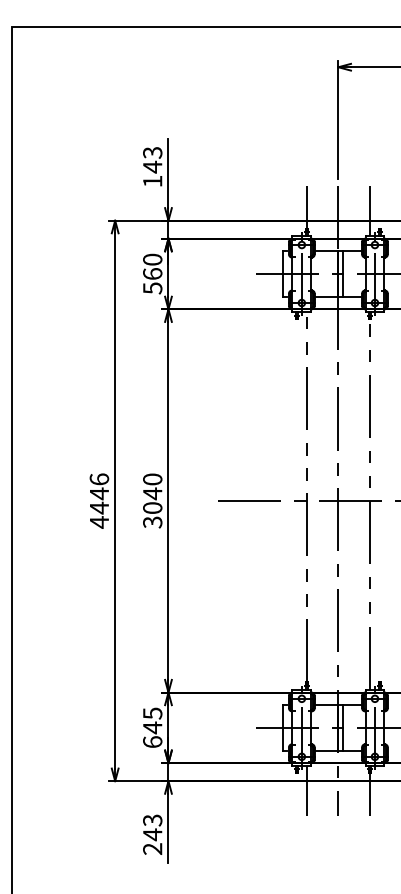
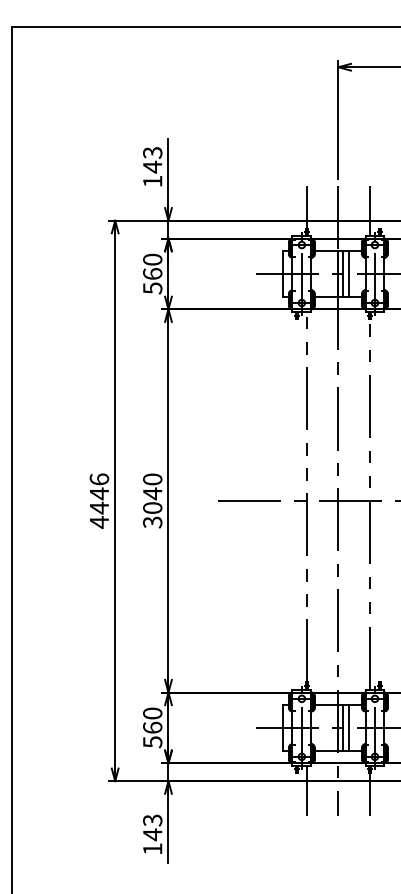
line at (348, 273): none -> present
text at (152, 727): 645 -> 560
line at (348, 727): none -> present
text at (152, 848): 243 -> 143
